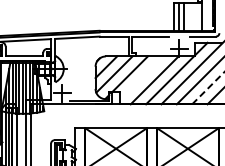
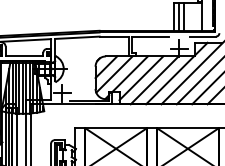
line at (141, 78): none -> present
line at (208, 88): dashed -> solid
